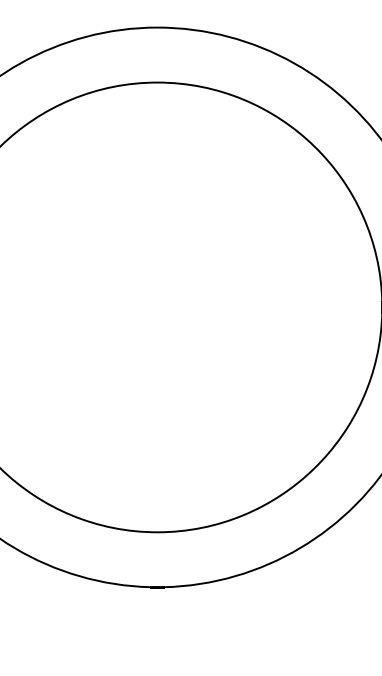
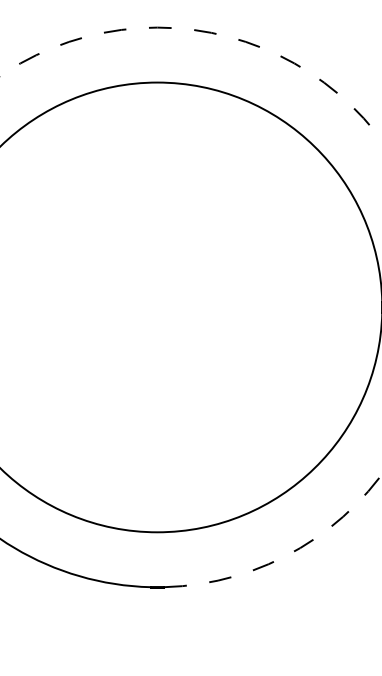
arc at (202, 31): solid -> dashed
arc at (285, 556): solid -> dashed
